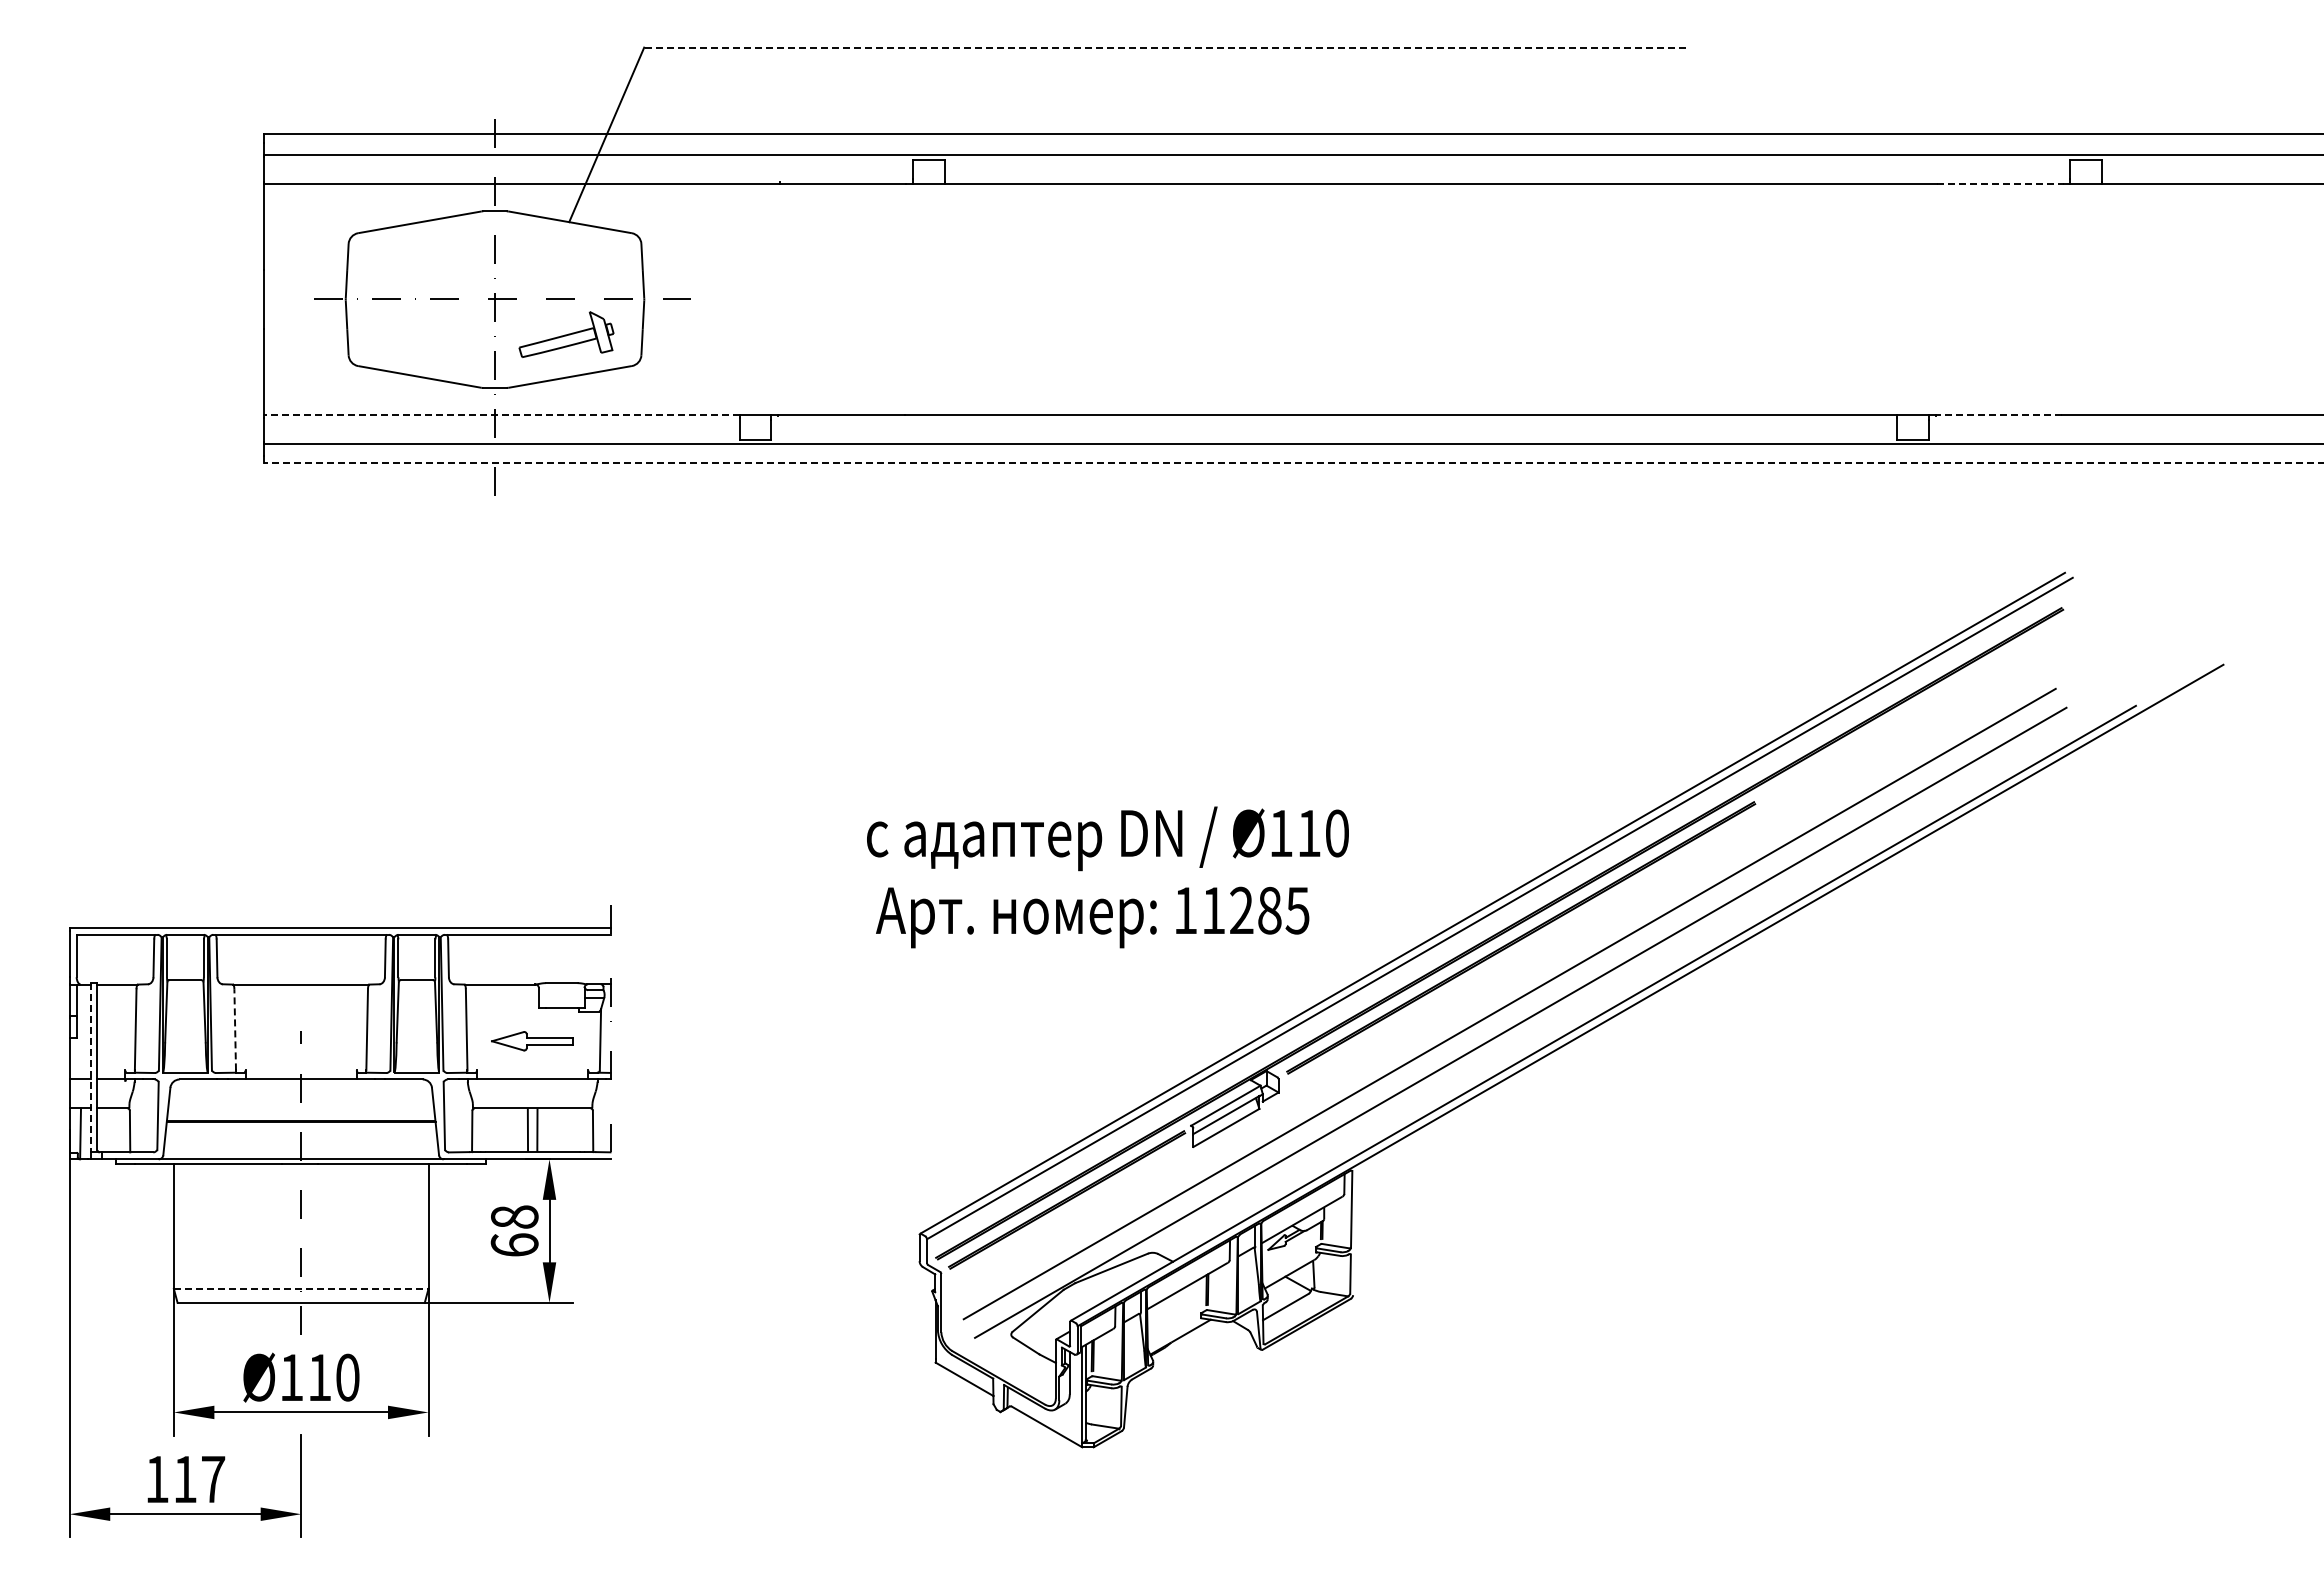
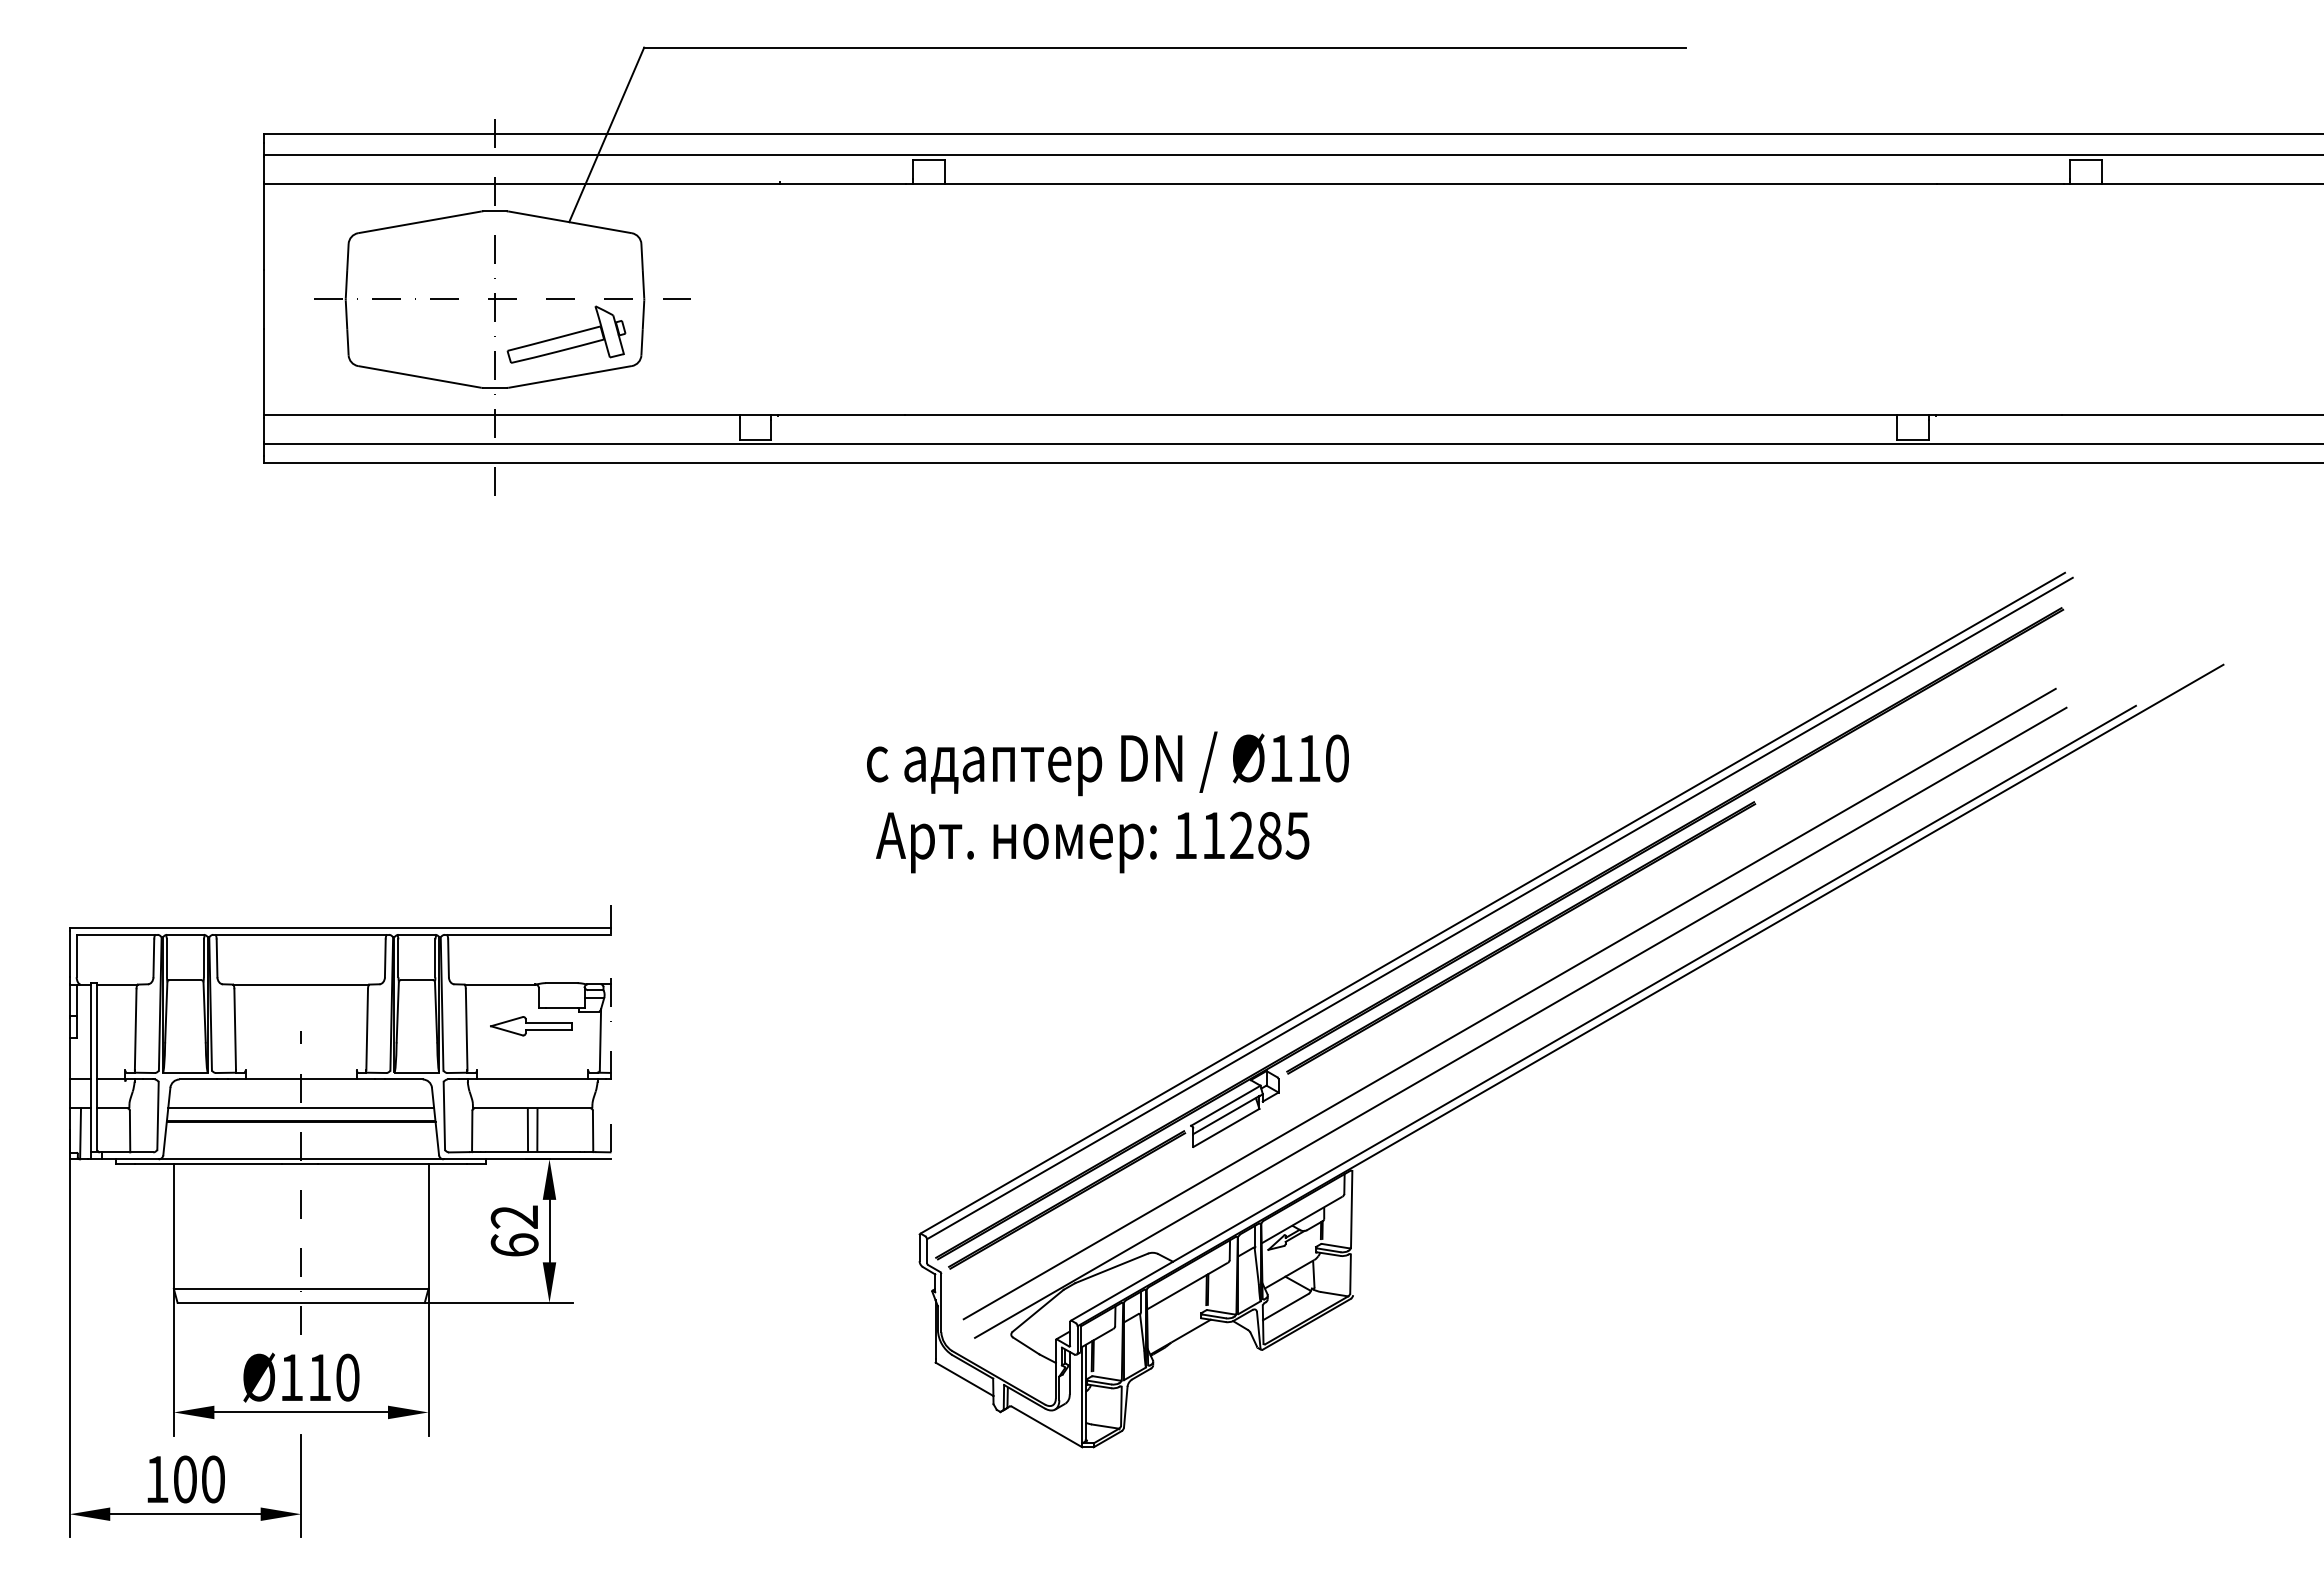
line at (1164, 47): dashed -> solid
line at (2000, 183): dashed -> solid
part at (566, 334) size: 97x47 px -> 121x59 px
line at (501, 415): dashed -> solid
line at (1998, 415): dashed -> solid
line at (1293, 463): dashed -> solid
text at (1107, 877) position: (1107, 877) -> (1107, 802)
line at (235, 1029): dashed -> solid
part at (532, 1041) position: (532, 1041) -> (531, 1026)
line at (90, 1067): dashed -> solid
line at (301, 1108): none -> present
text at (514, 1216): 68 -> 62
line at (301, 1288): dashed -> solid
text at (199, 1479): 117 -> 100
